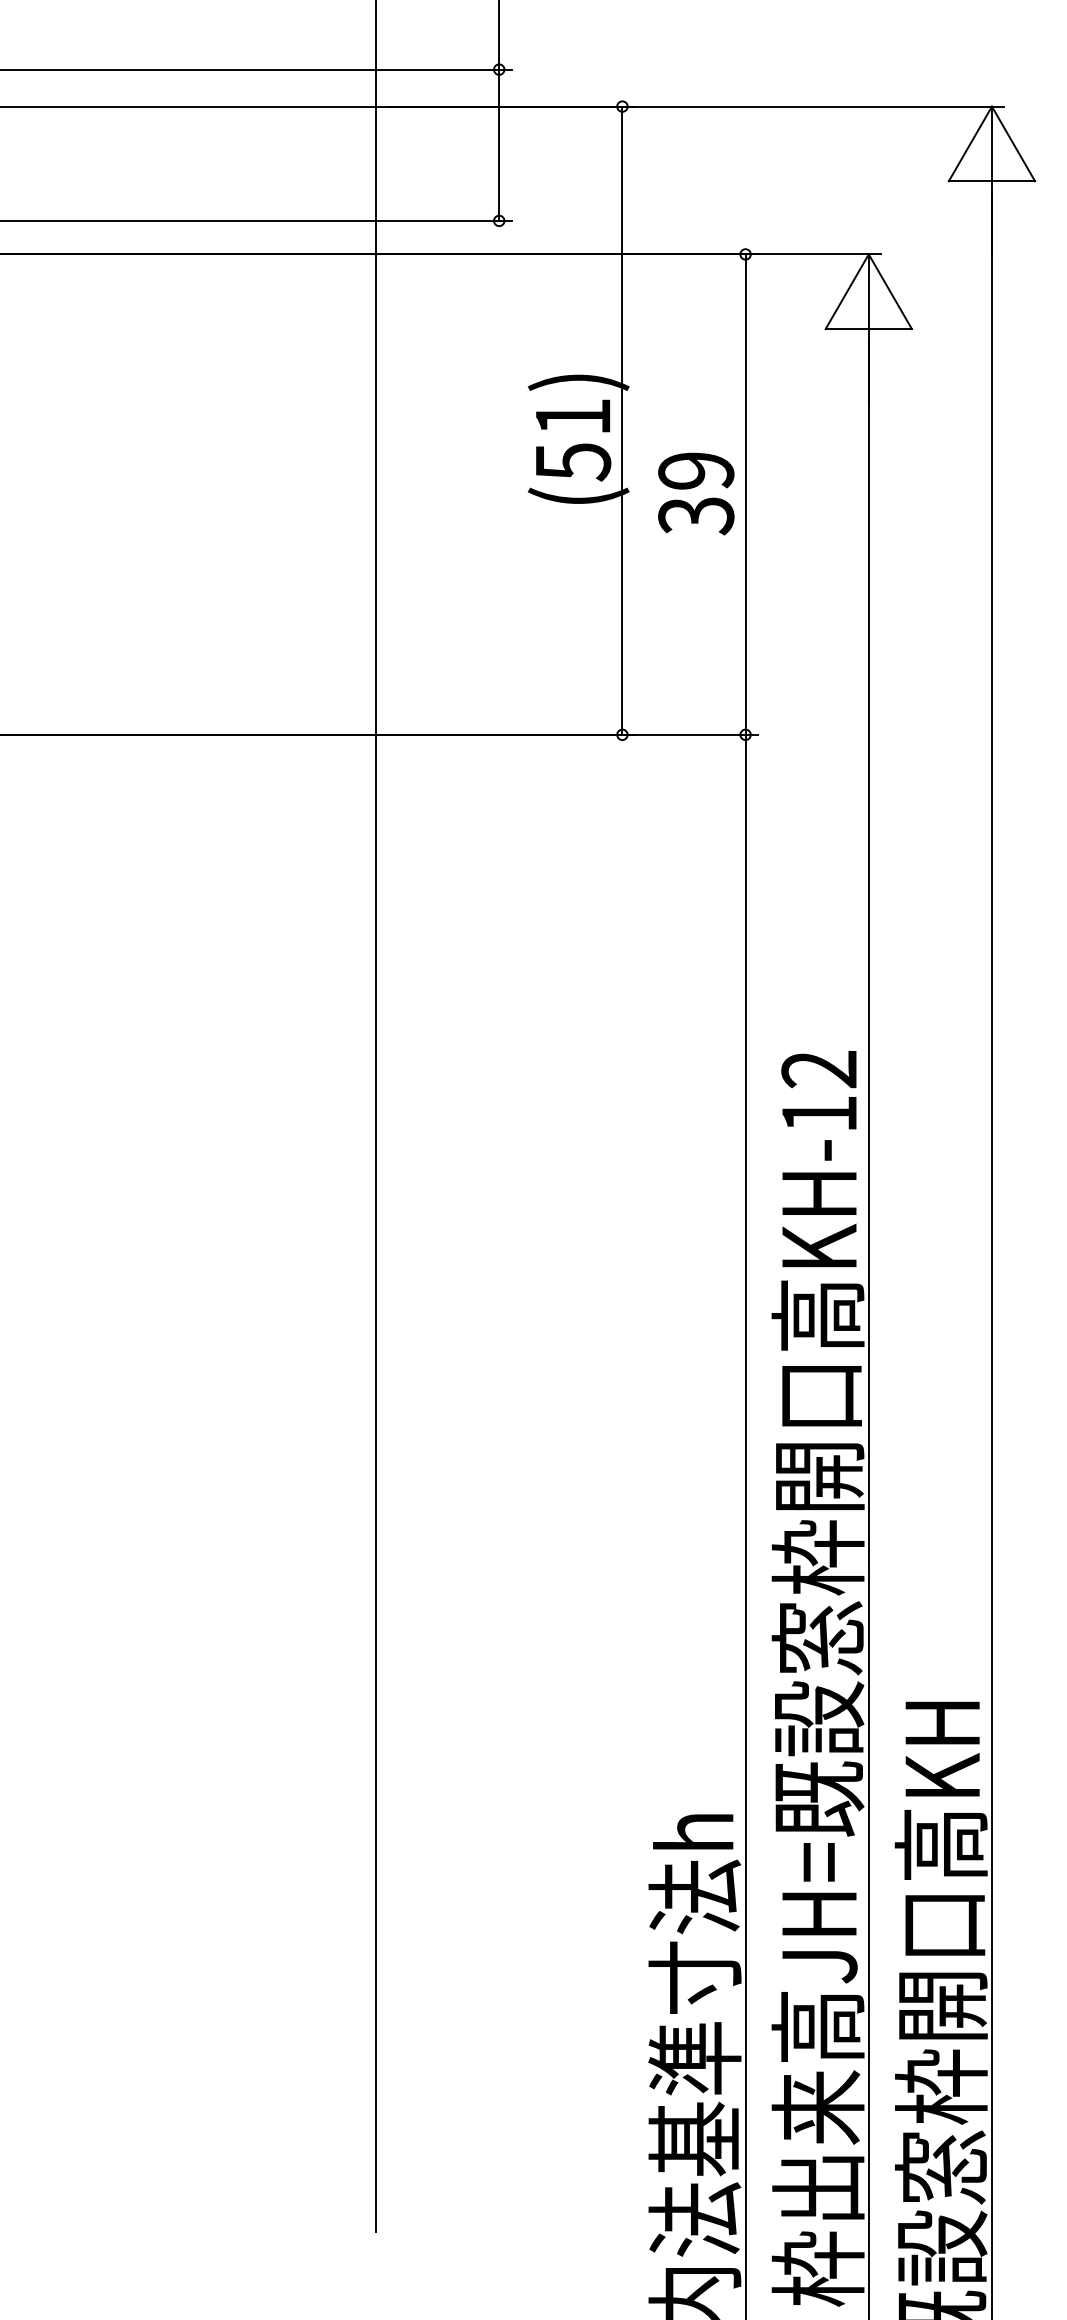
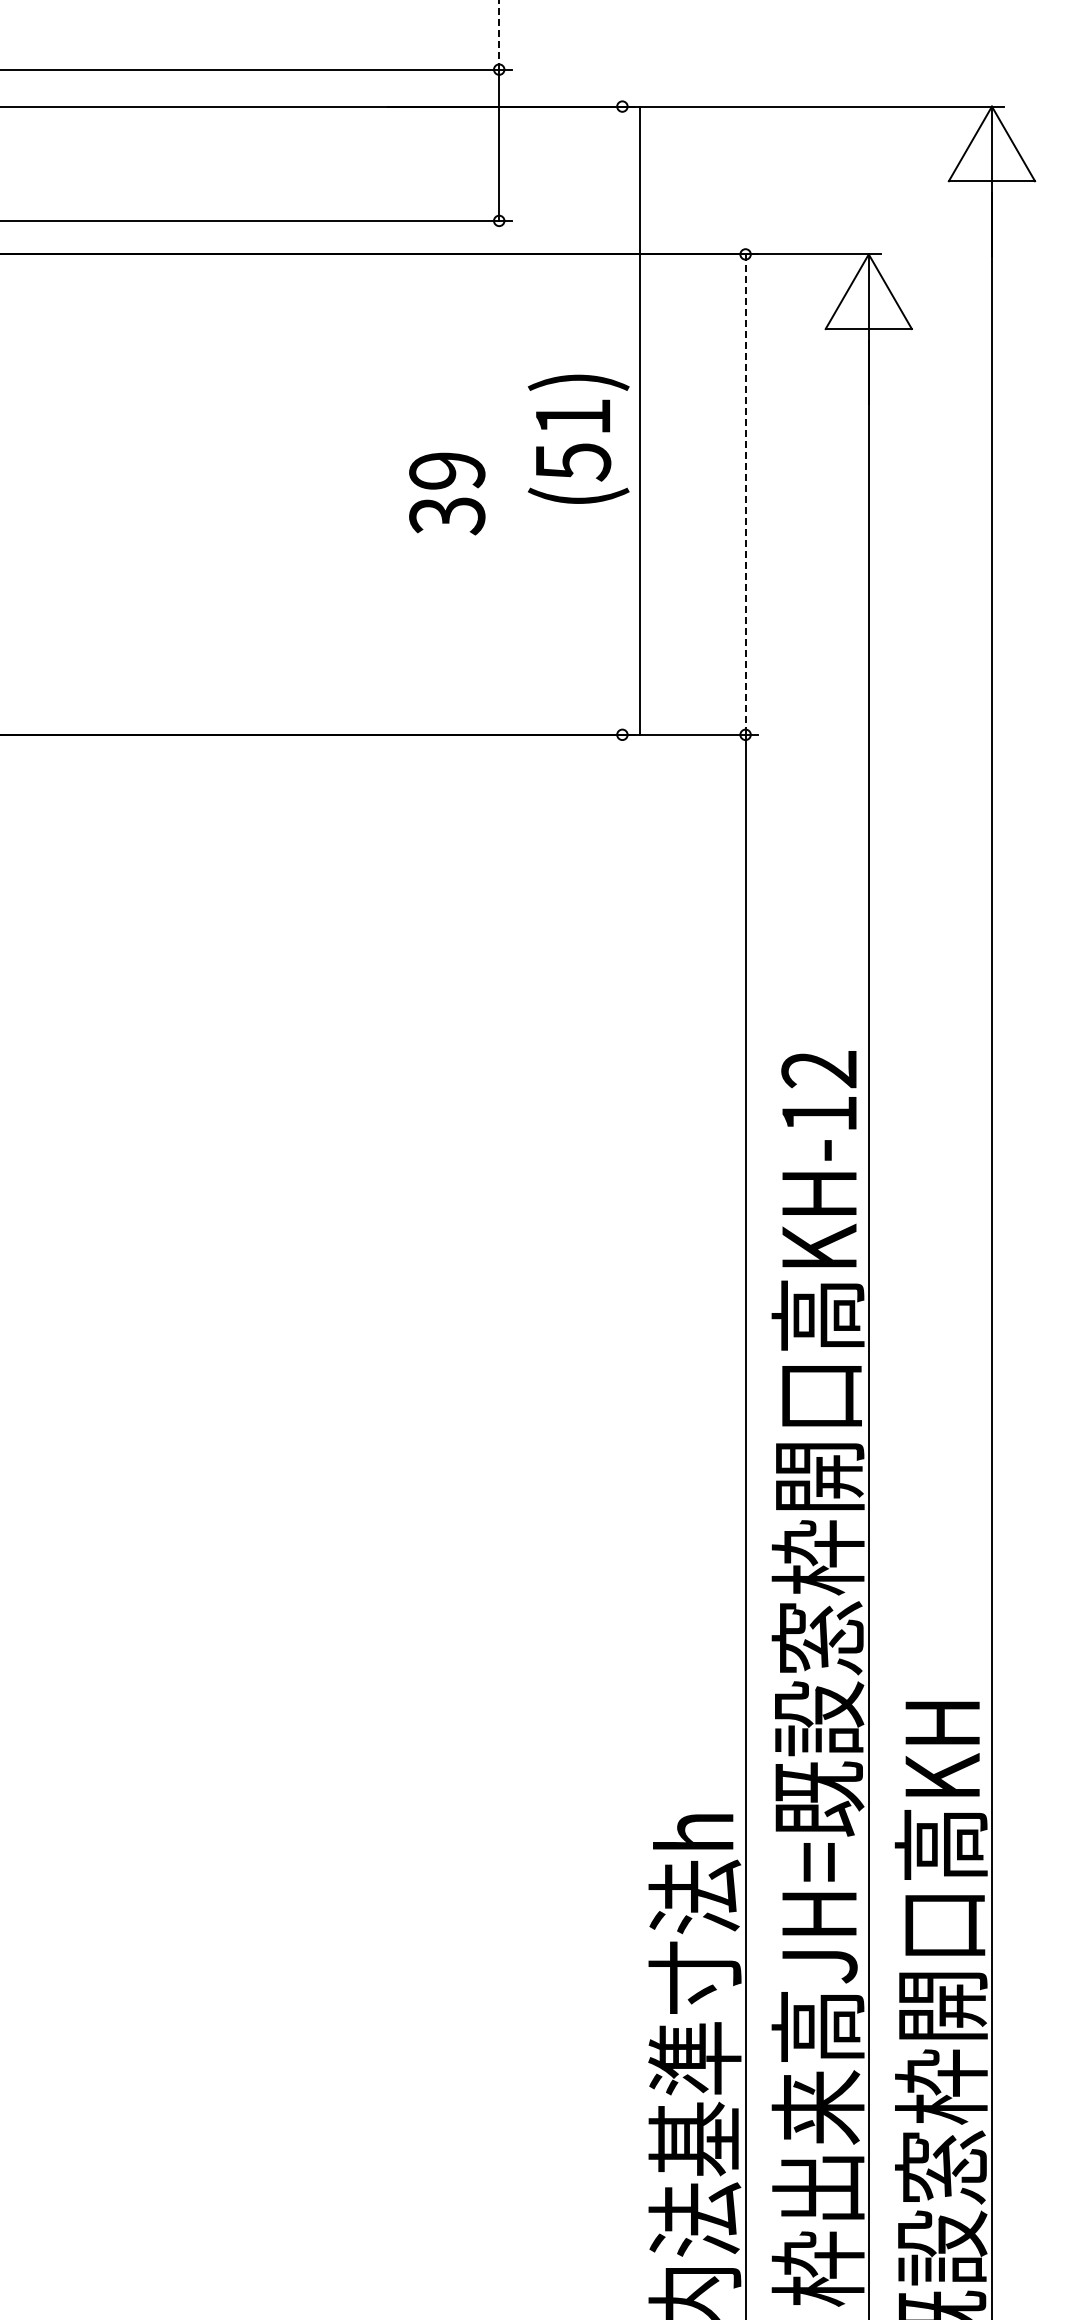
line at (499, 34): solid -> dashed
line at (622, 420) position: (622, 420) -> (640, 420)
text at (696, 493) position: (696, 493) -> (447, 493)
line at (745, 495): solid -> dashed
line at (376, 1116): present -> none
